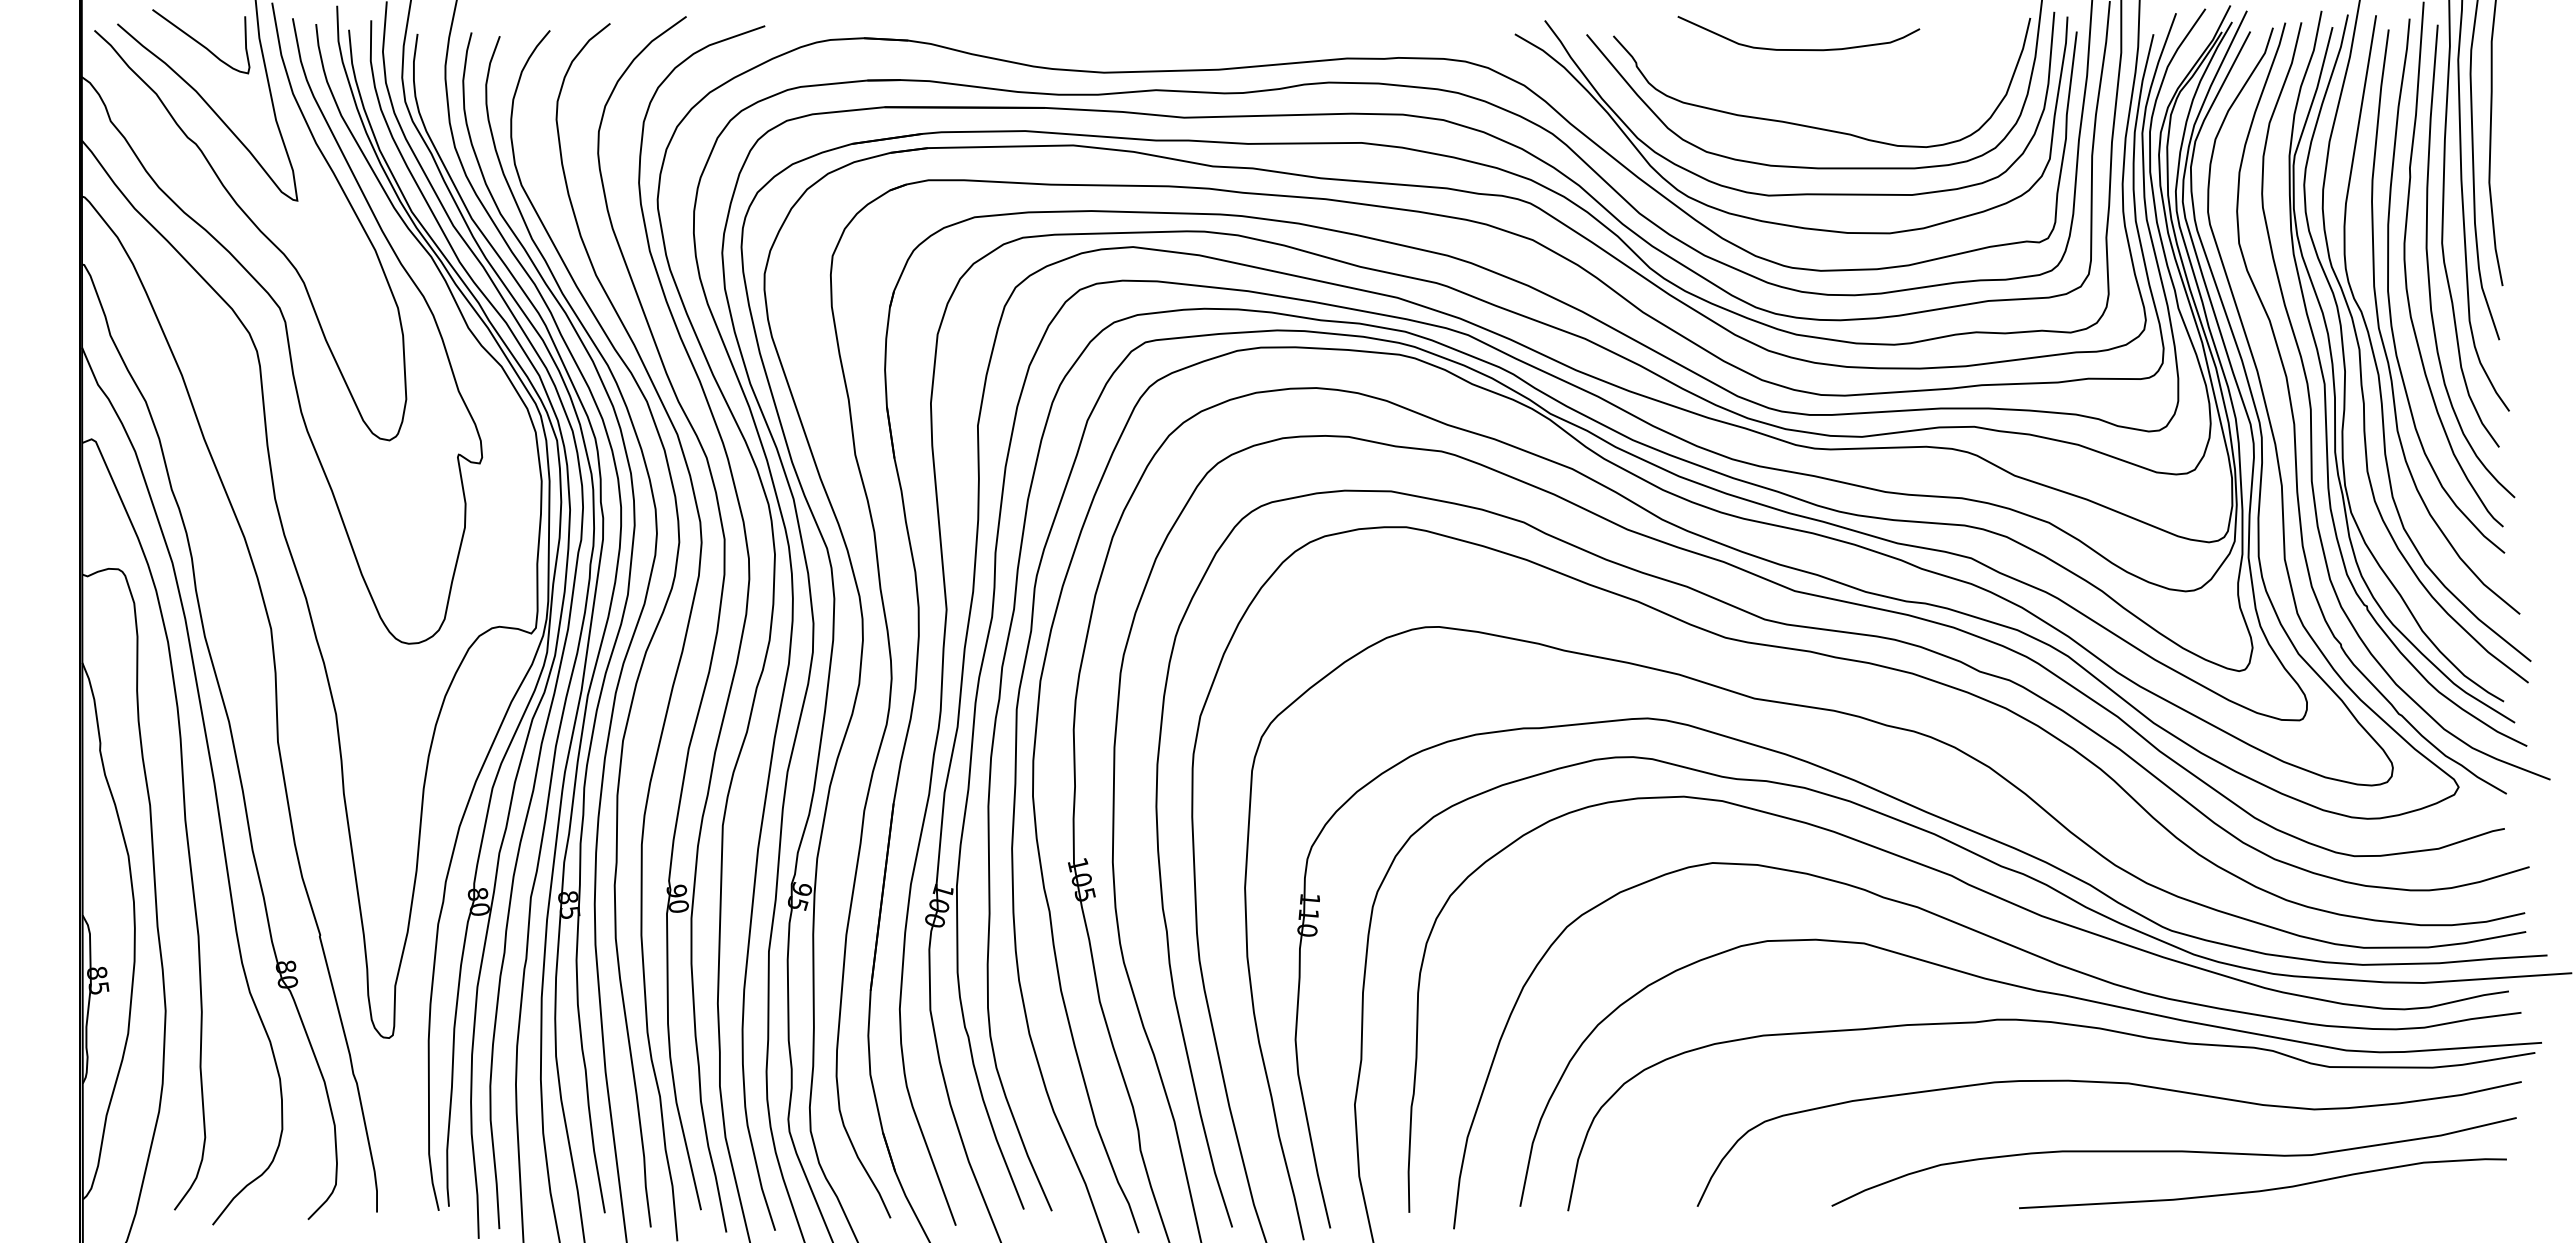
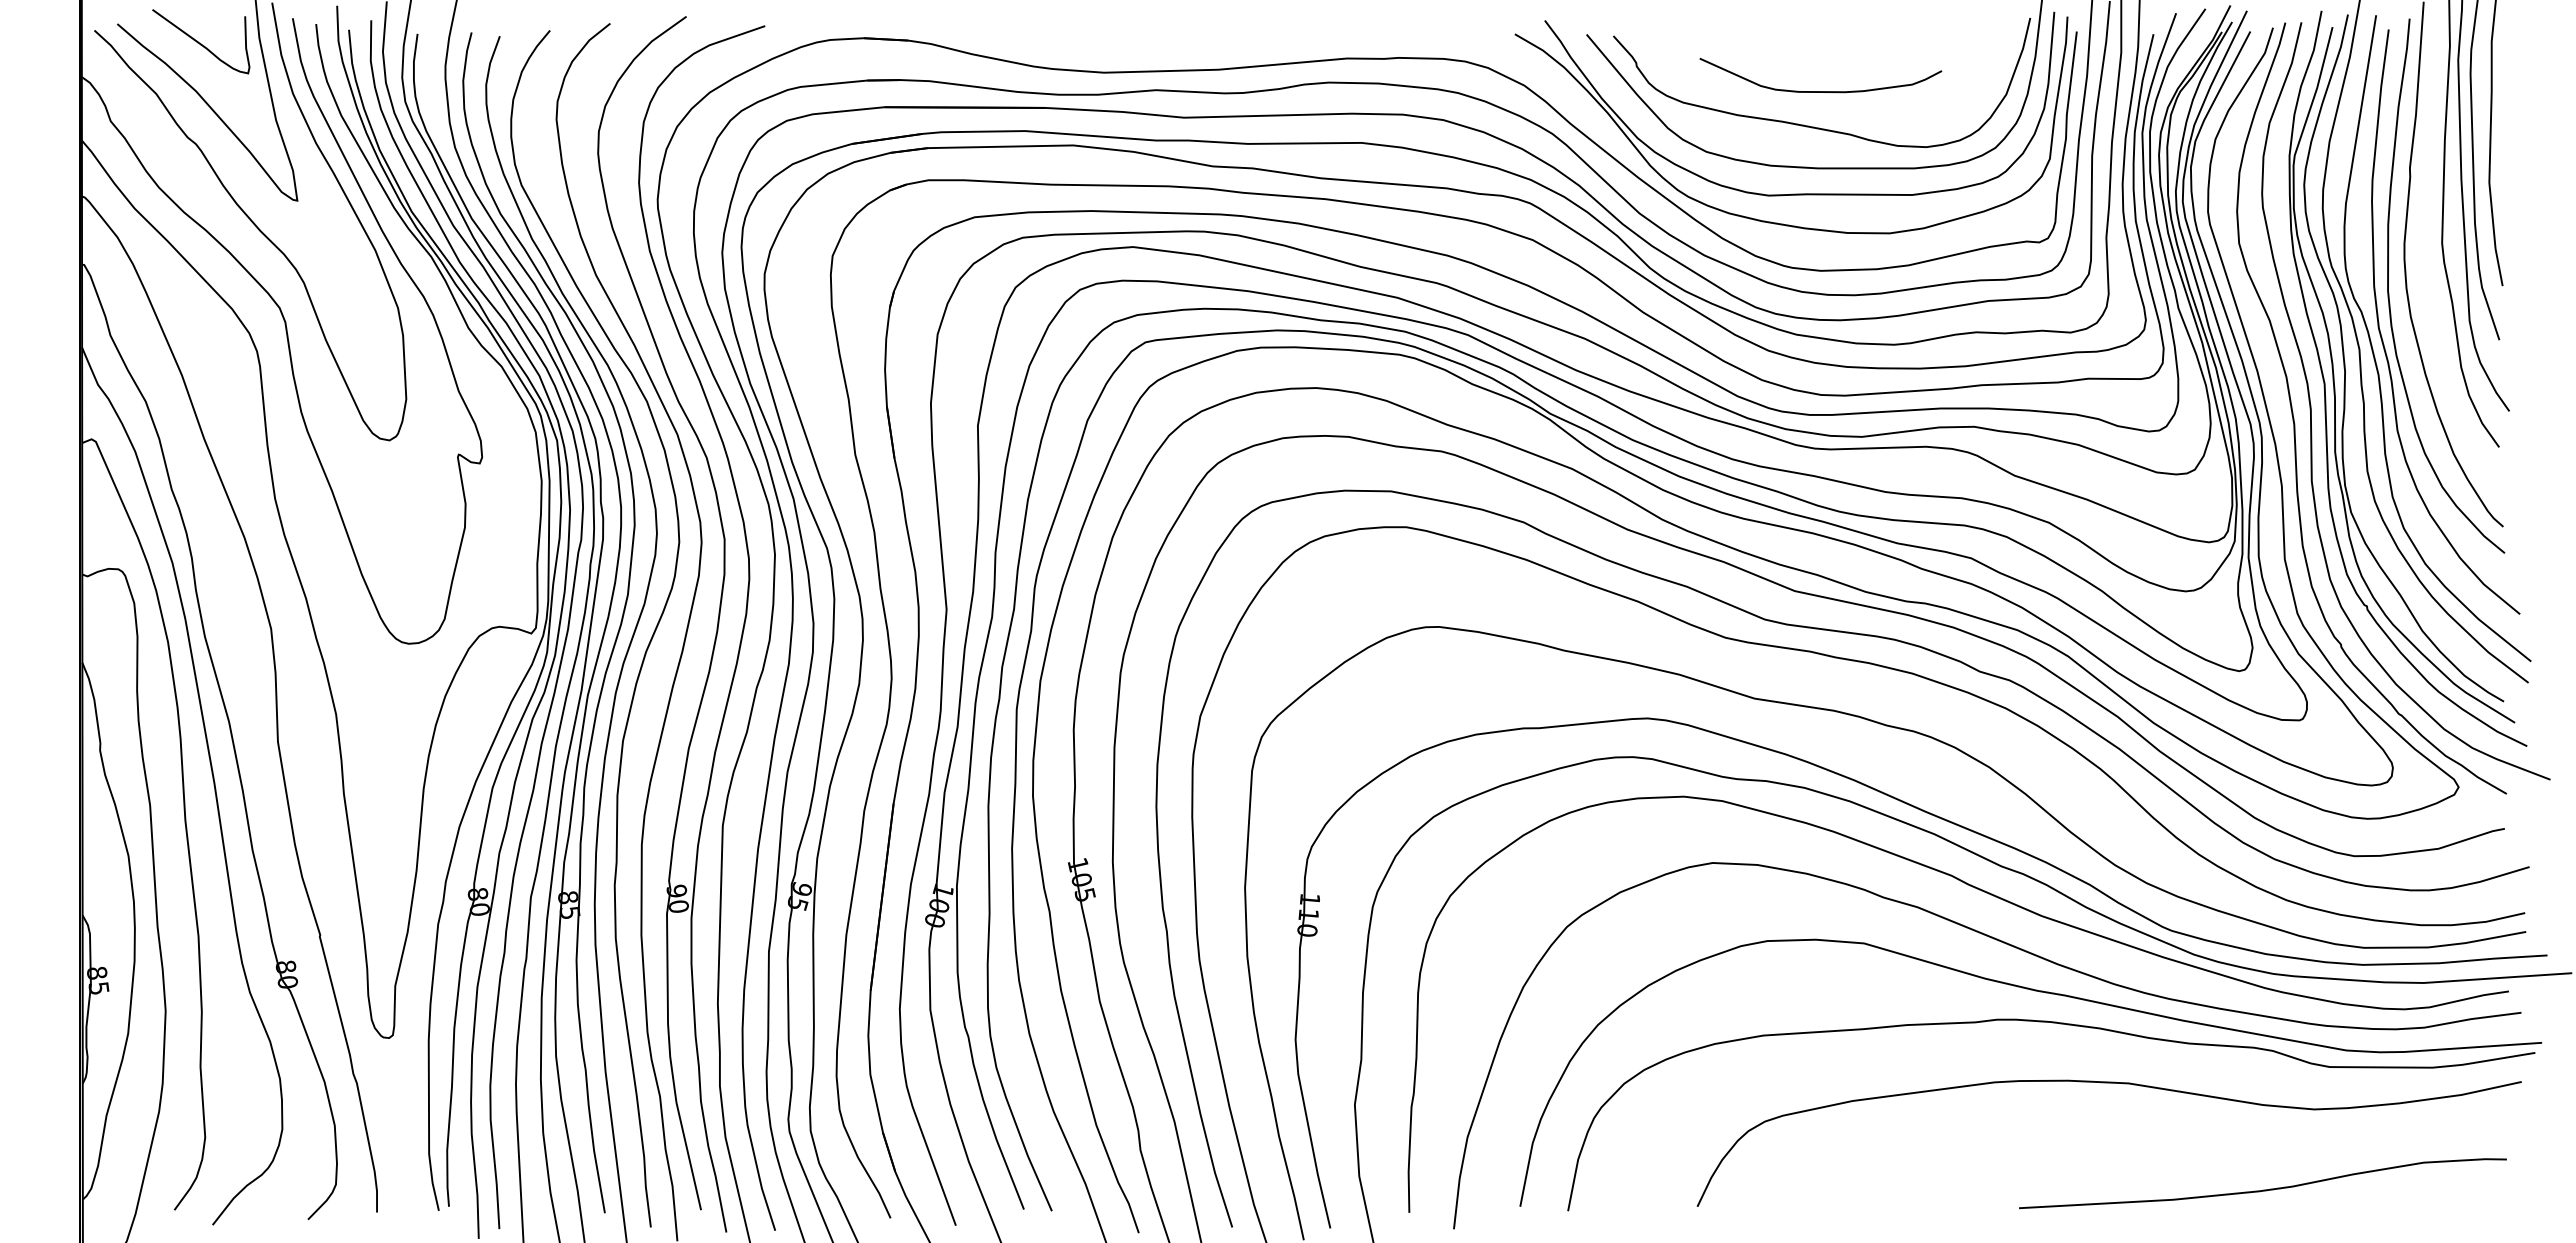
curve at (1798, 49) position: (1798, 49) -> (1820, 91)
curve at (2429, 270): present -> none
curve at (2173, 1152): present -> none
